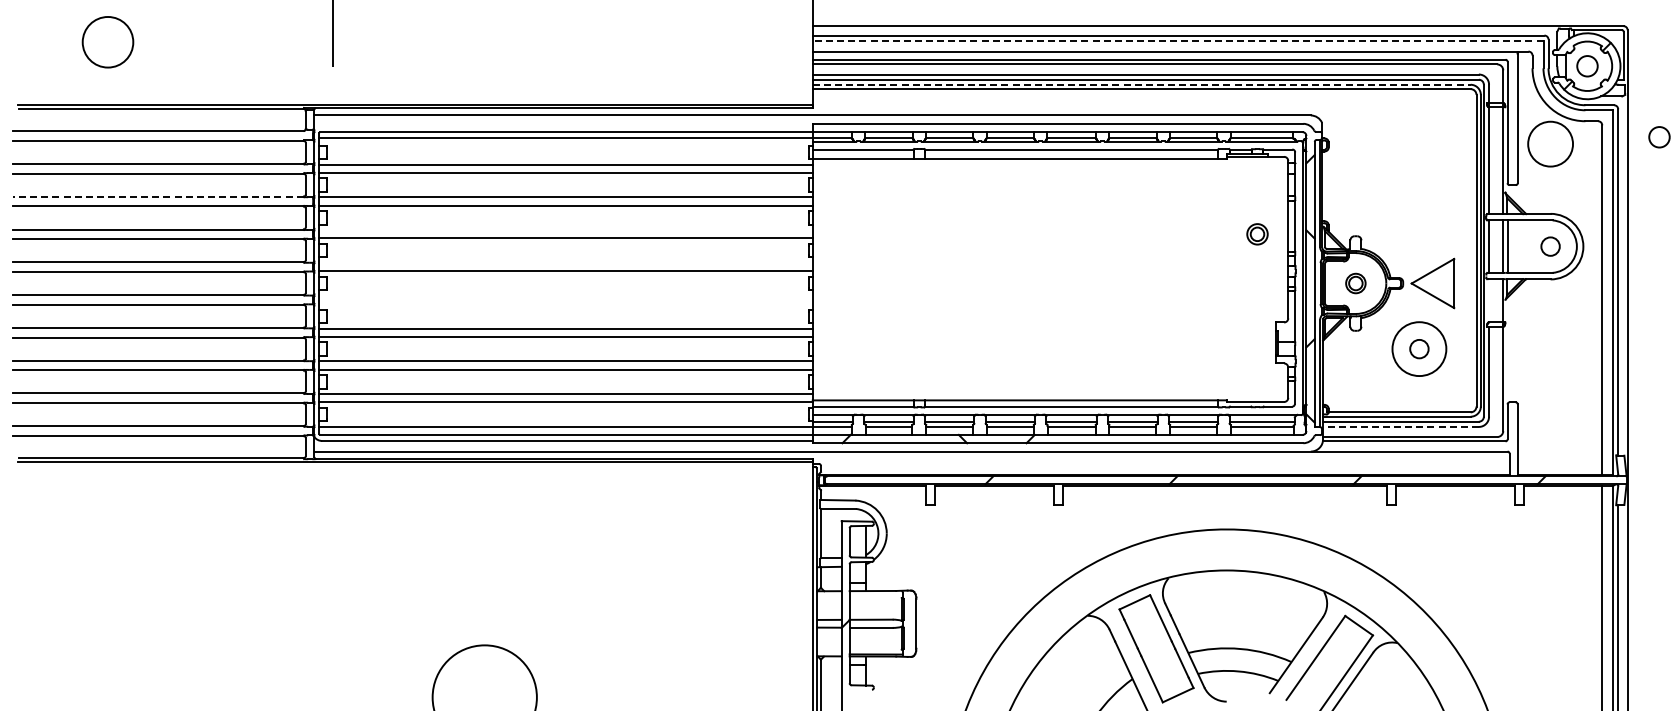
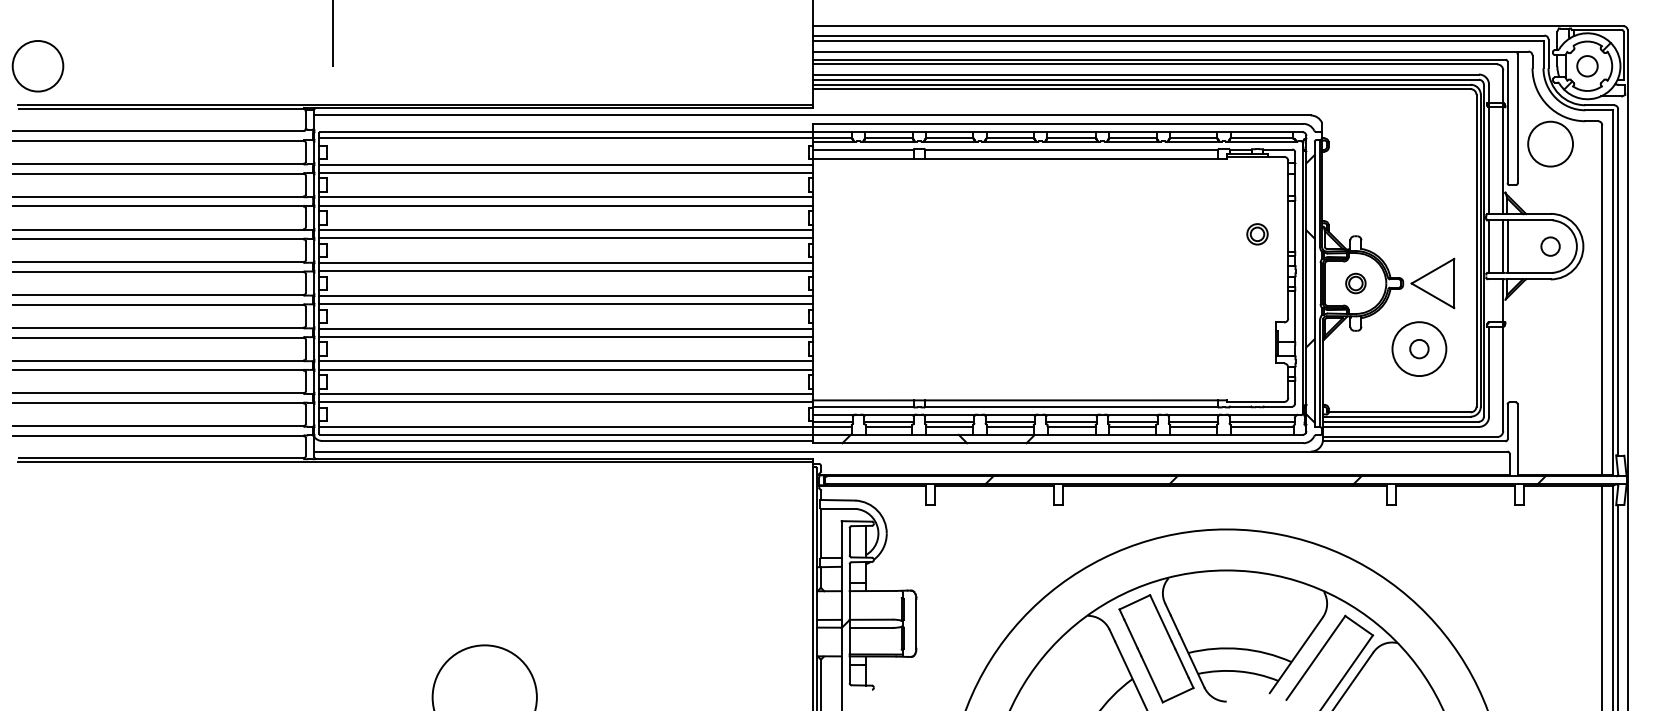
line at (1177, 40): dashed -> solid
circle at (107, 42) position: (107, 42) -> (37, 66)
line at (1141, 84): dashed -> solid
circle at (1659, 137): present -> none
line at (157, 196): dashed -> solid
line at (565, 230): none -> present
line at (565, 263): none -> present
line at (565, 295): none -> present
line at (565, 304): none -> present
line at (1400, 426): dashed -> solid
